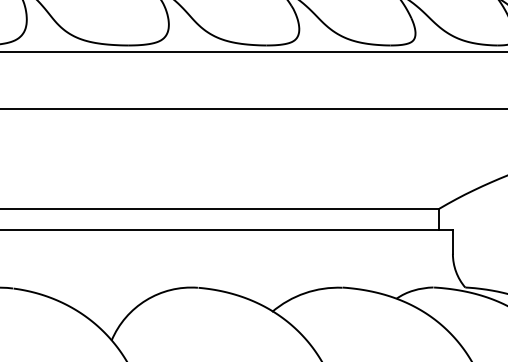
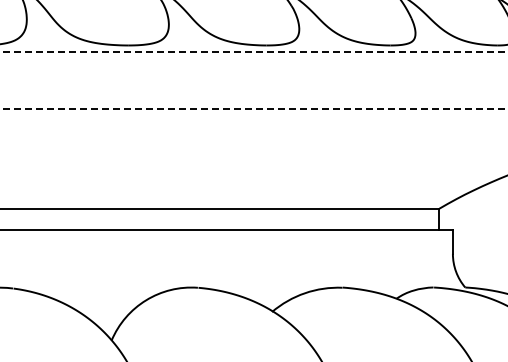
line at (253, 51): solid -> dashed
line at (253, 109): solid -> dashed
